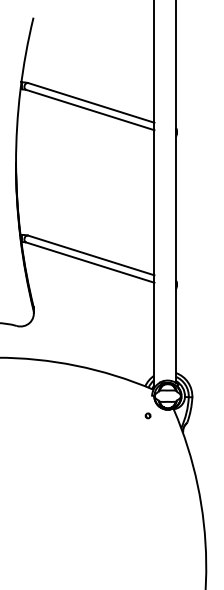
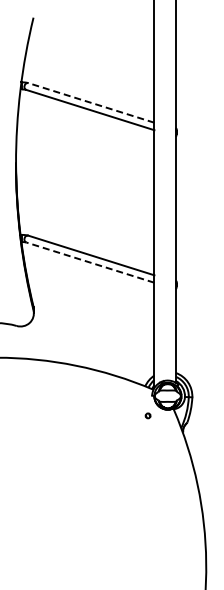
line at (90, 102): solid -> dashed
line at (89, 262): solid -> dashed
